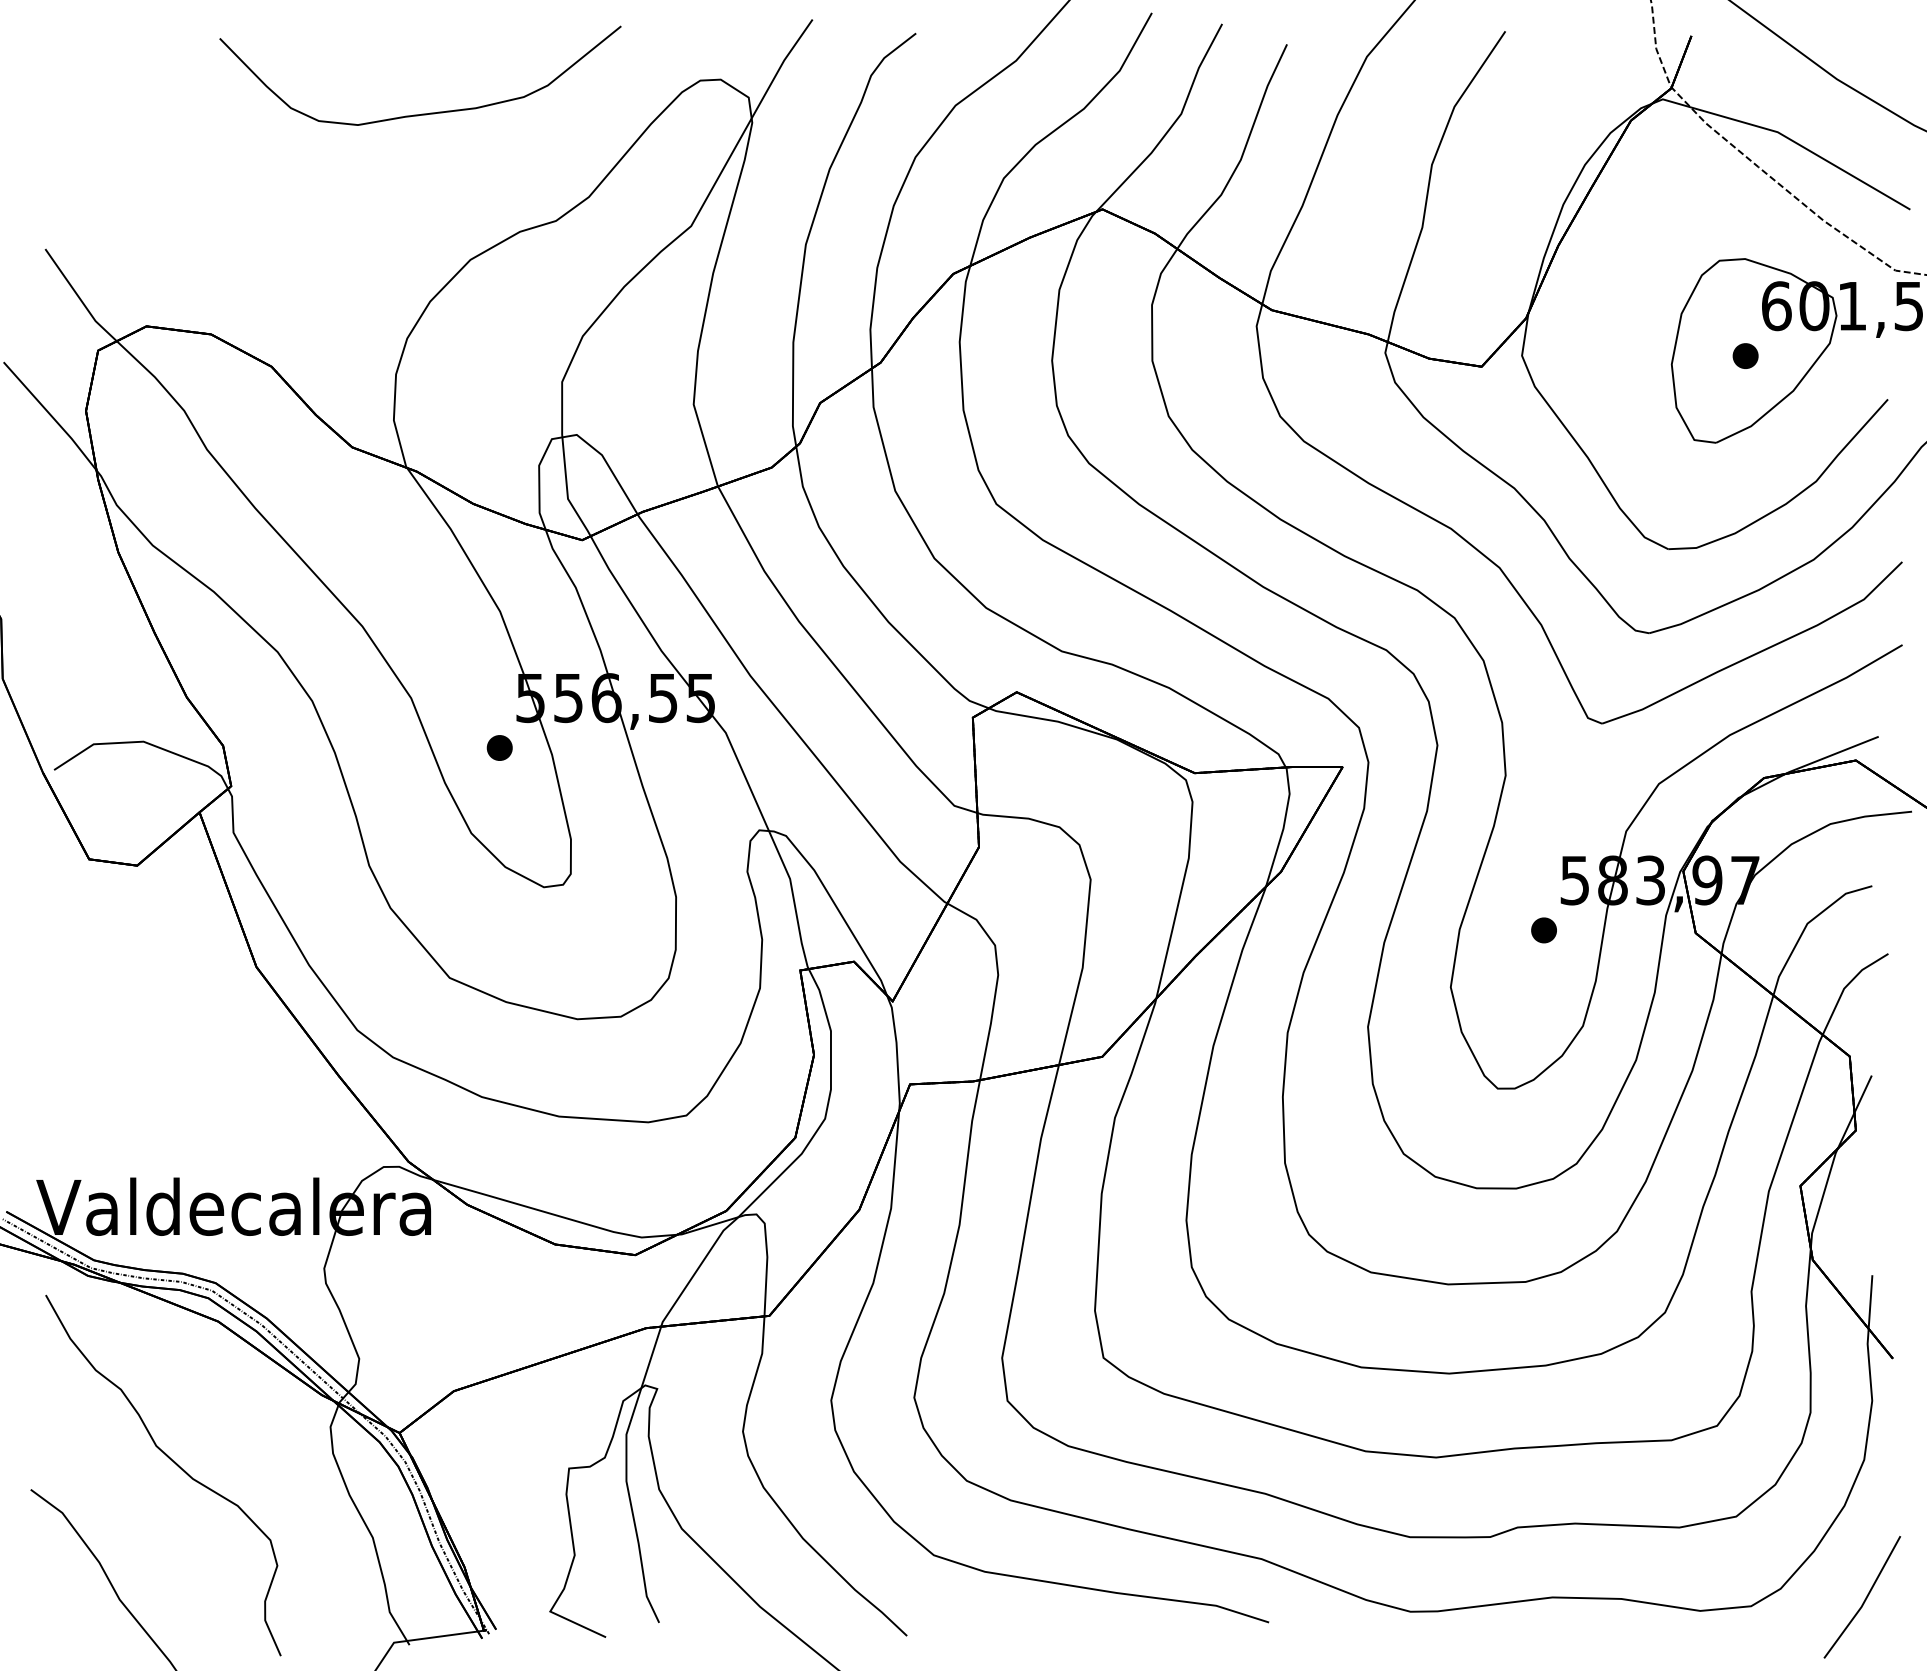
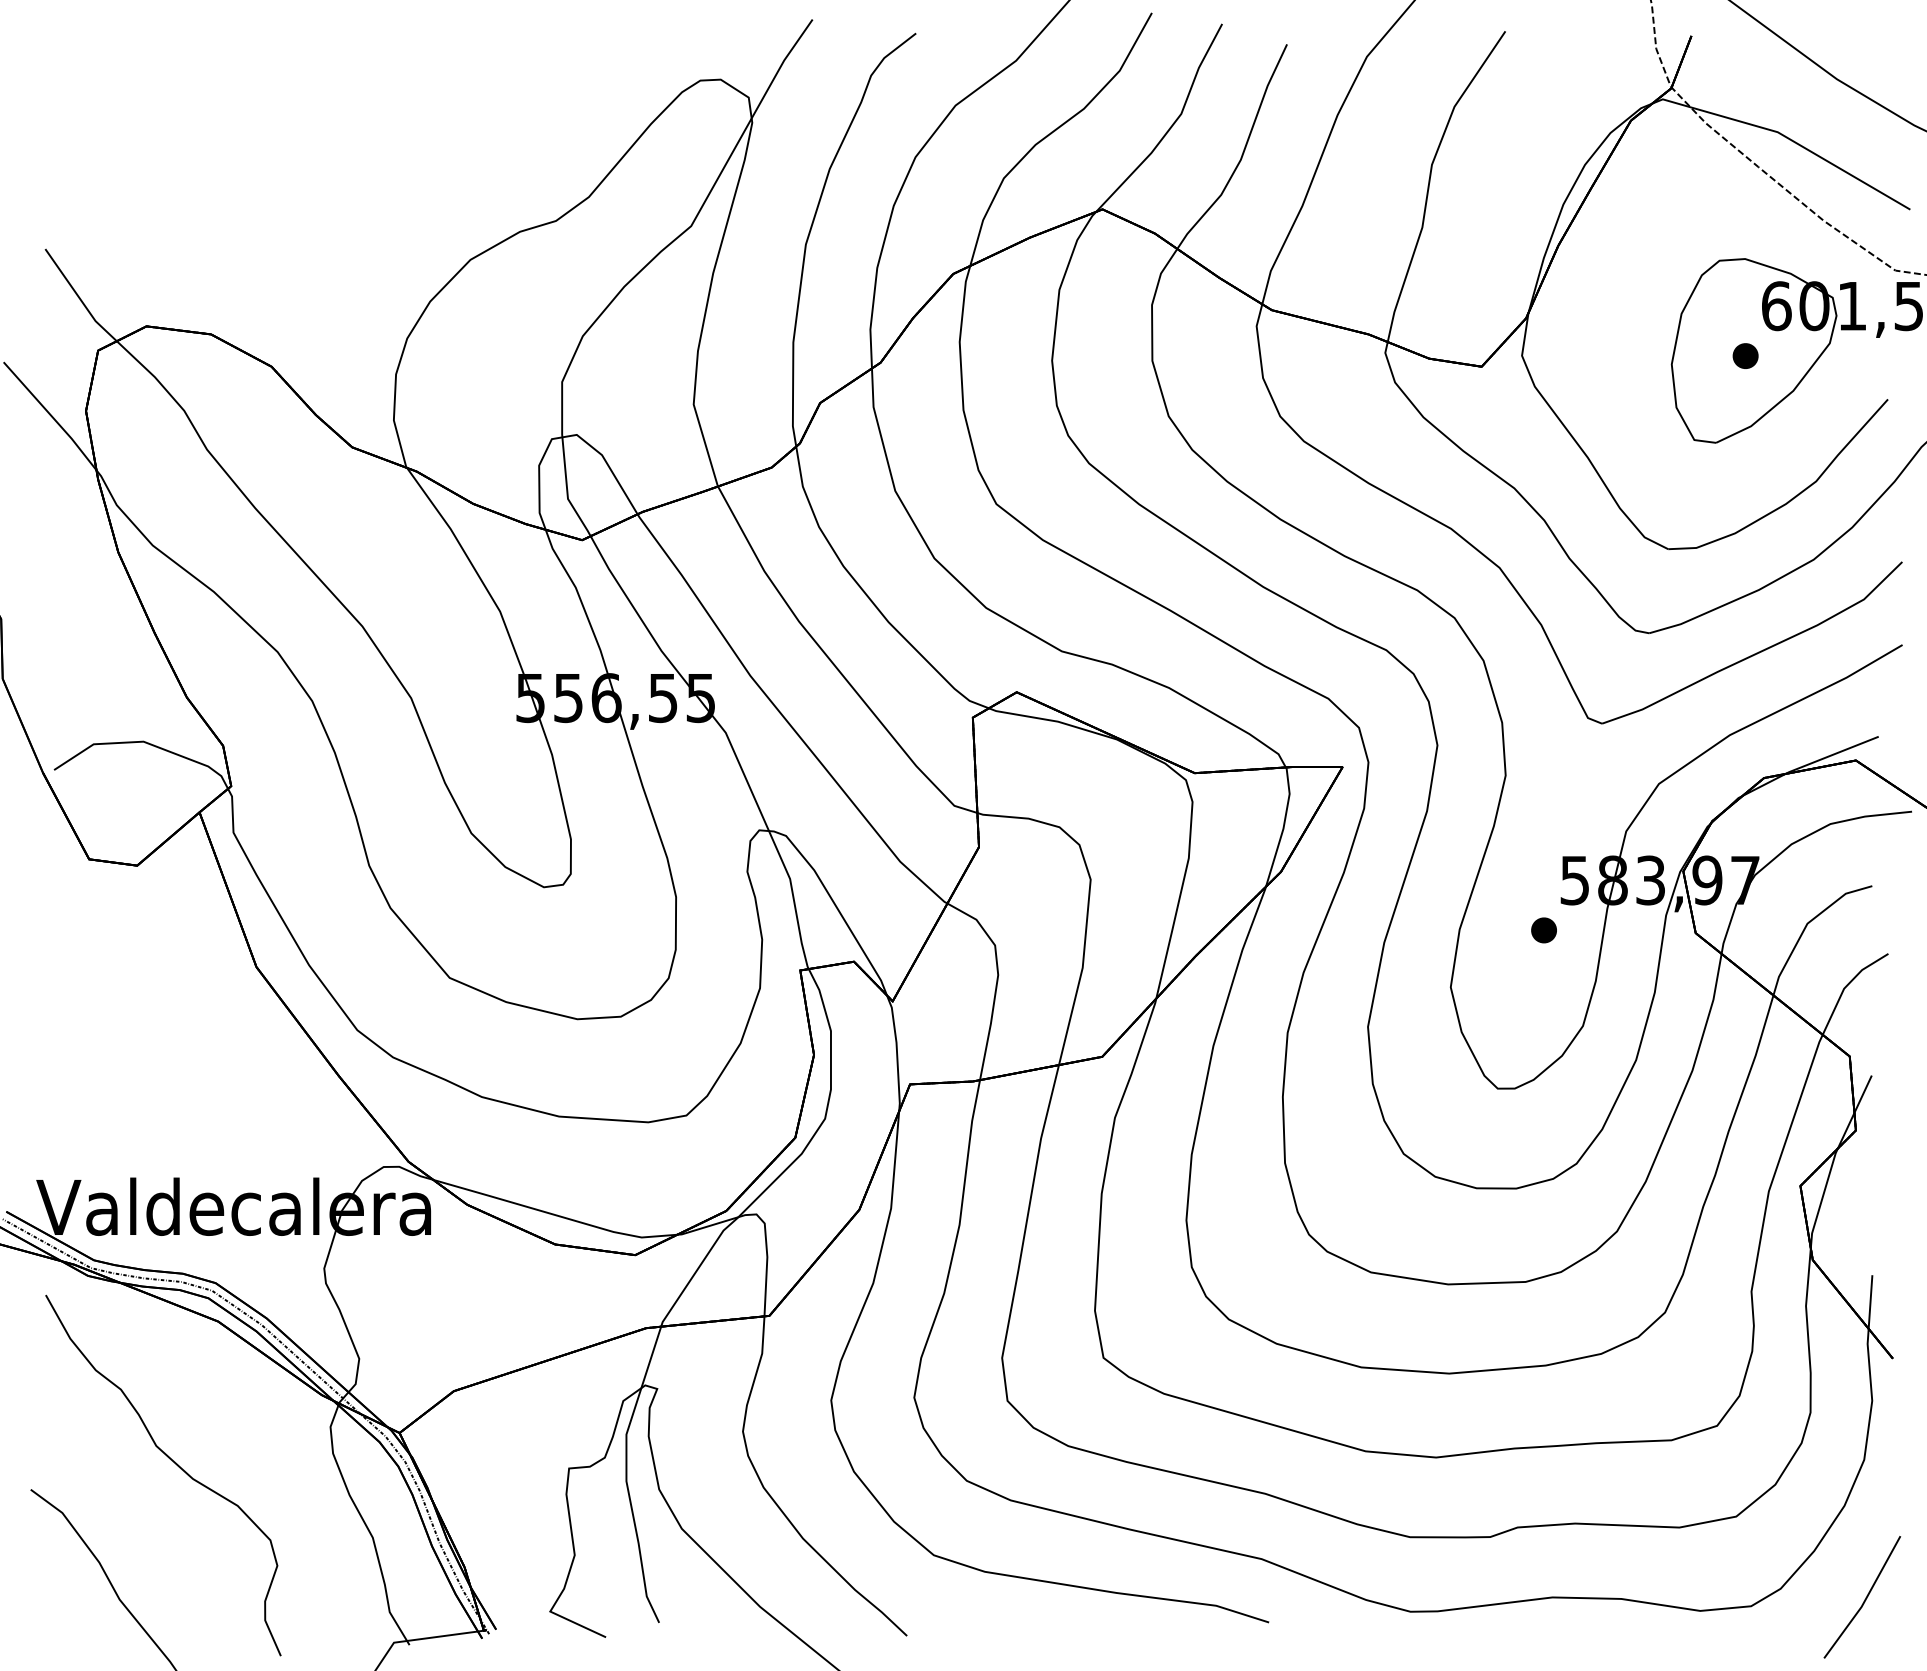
curve at (421, 113): present -> none
part at (499, 747): present -> none
